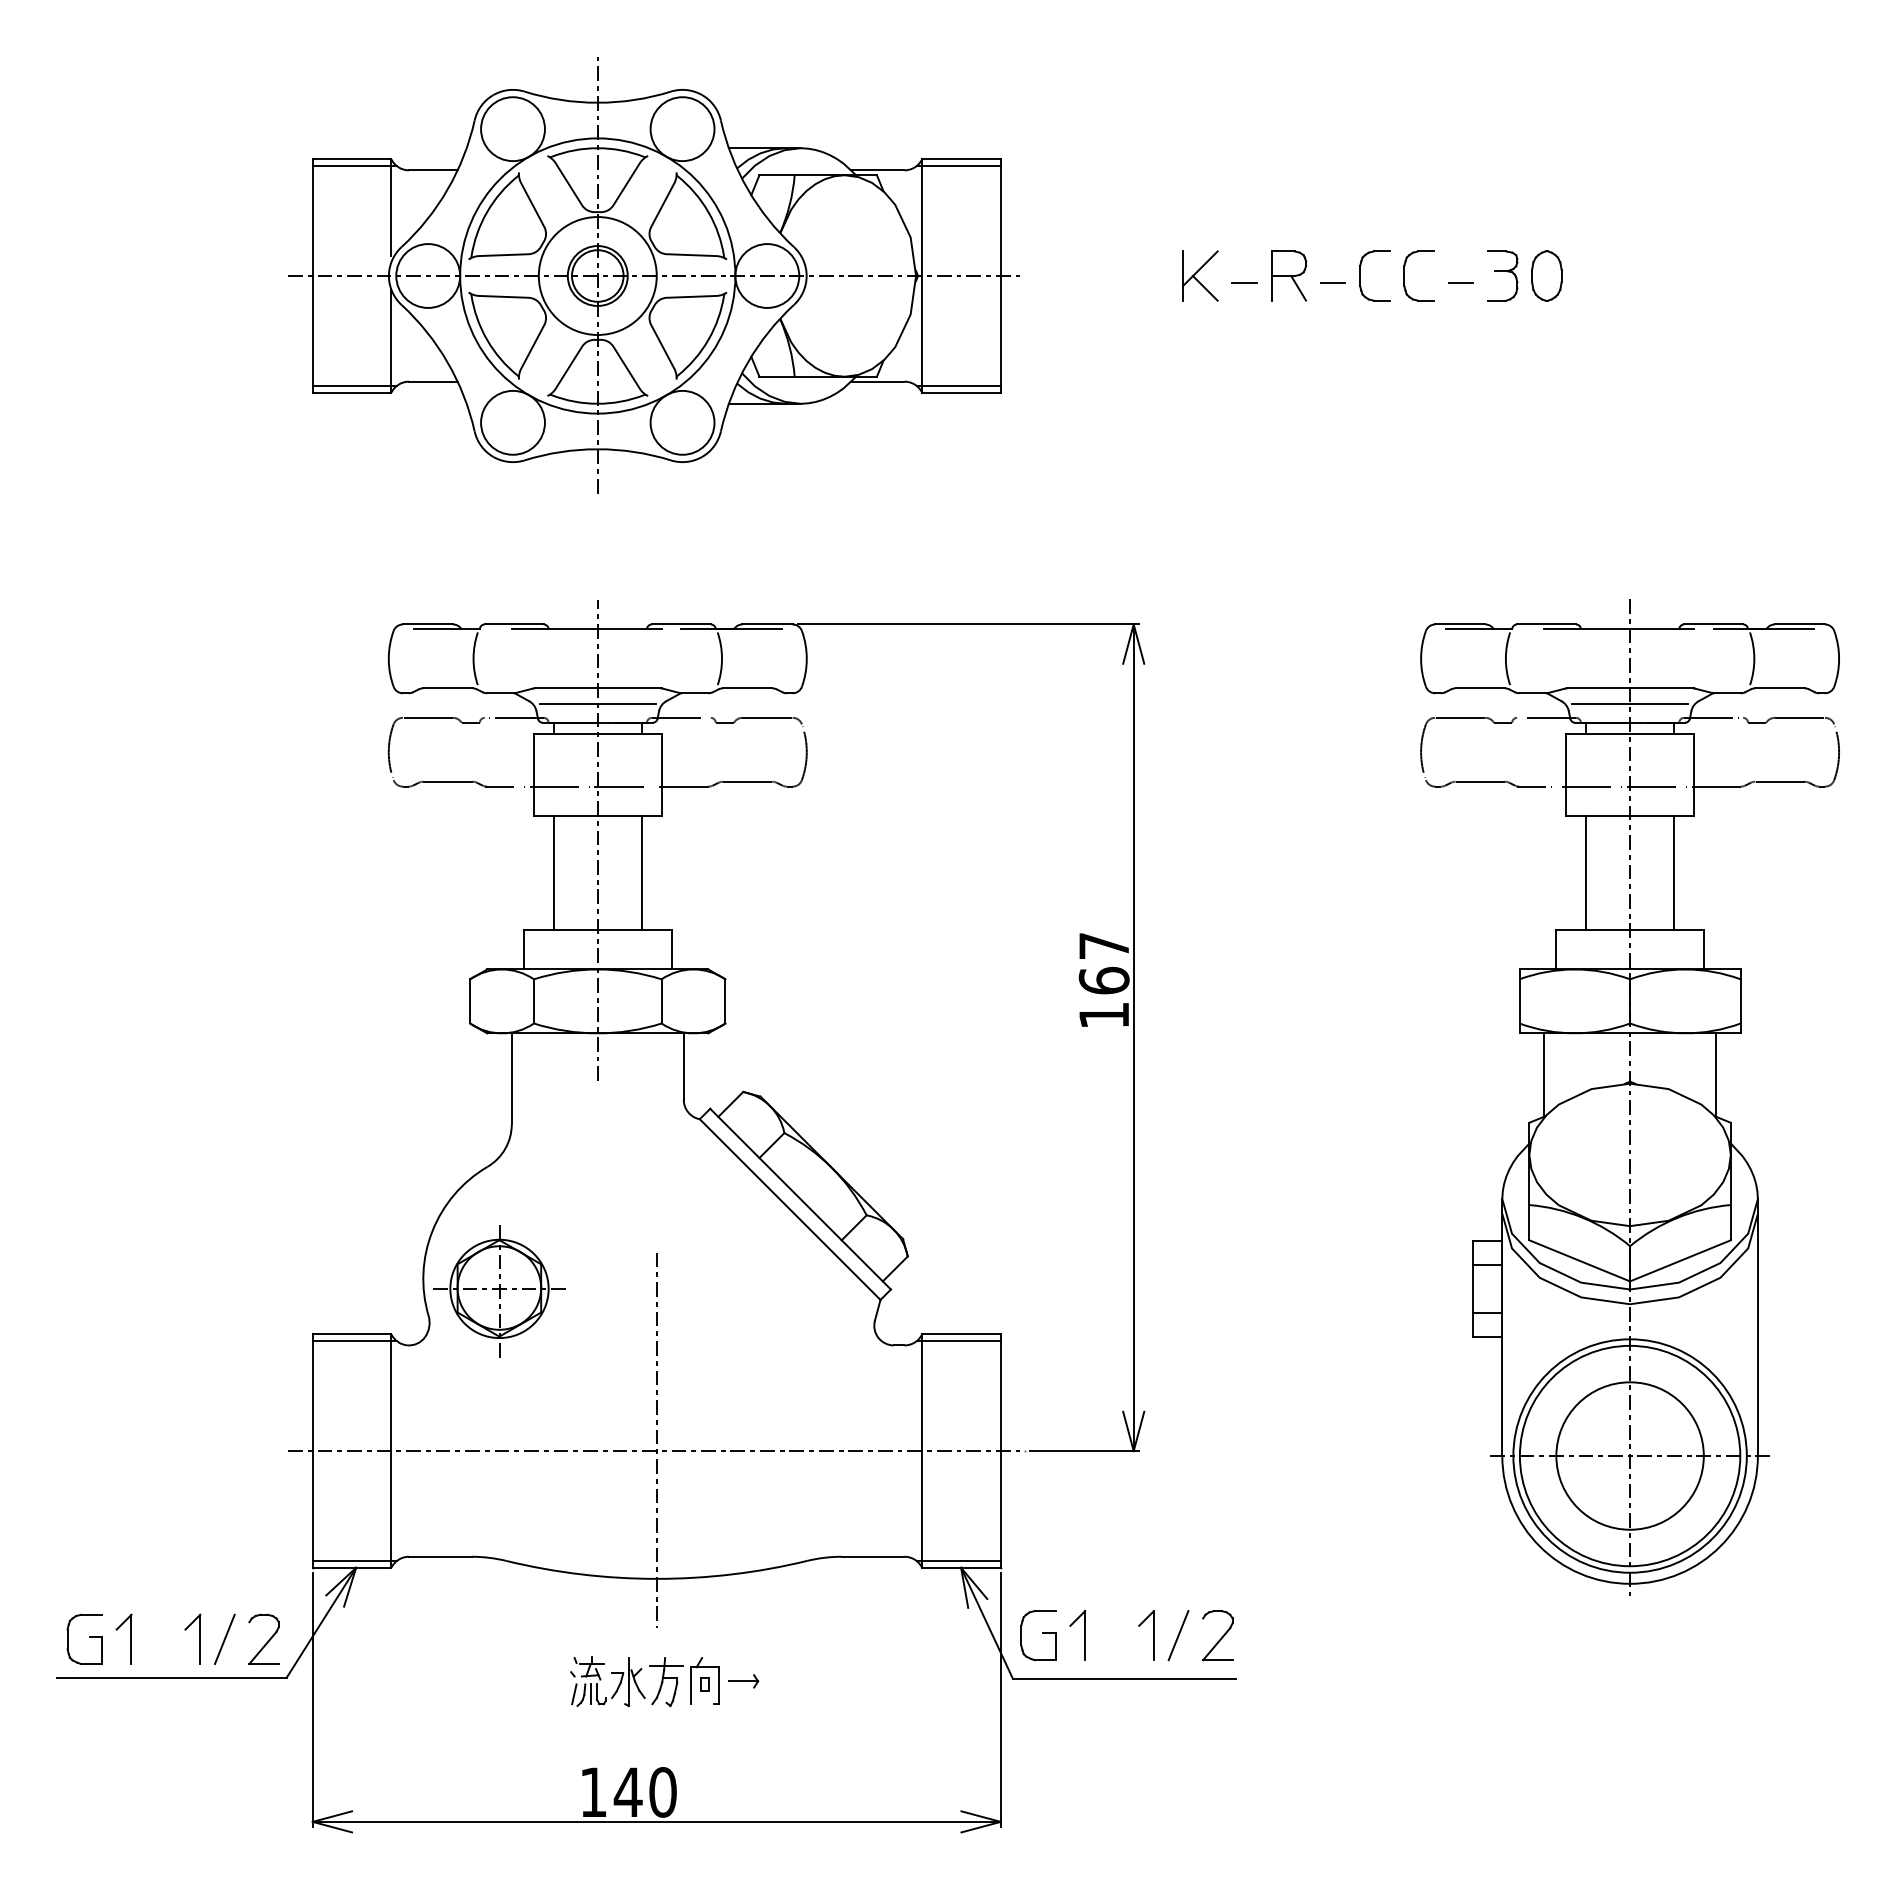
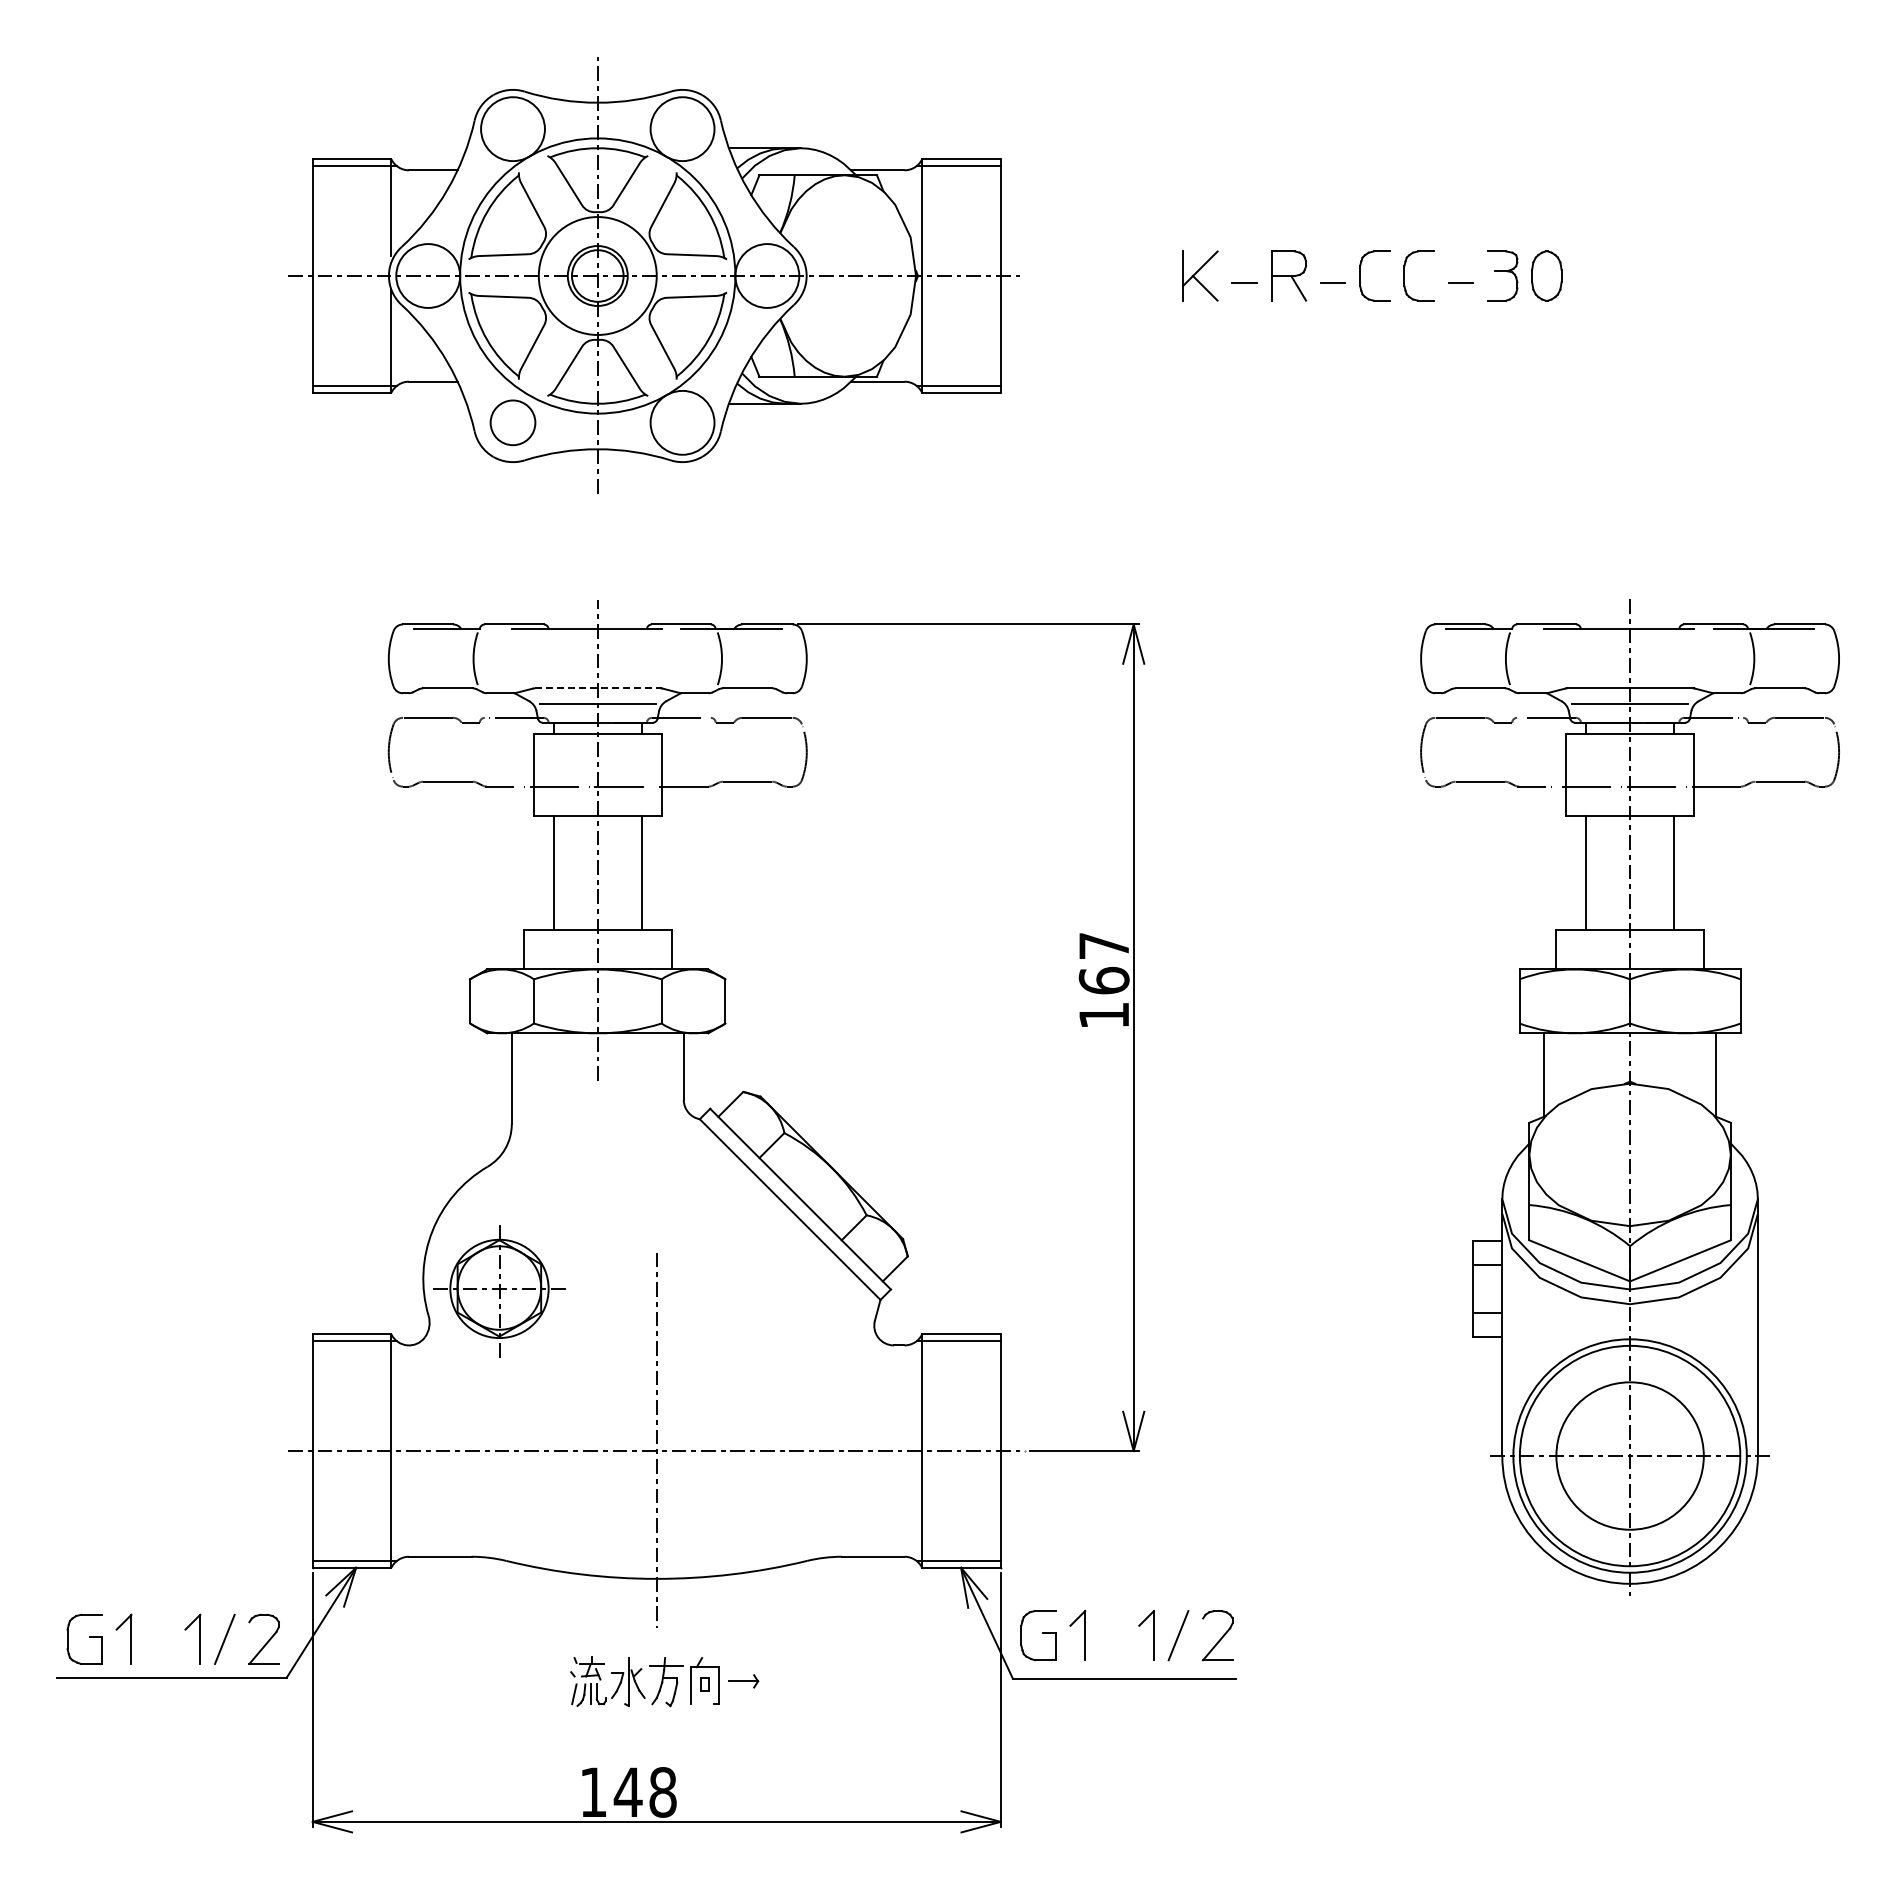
circle at (512, 422) diameter: 64 px -> 45 px
line at (598, 688): solid -> dashed
text at (662, 1792): 140 -> 148
